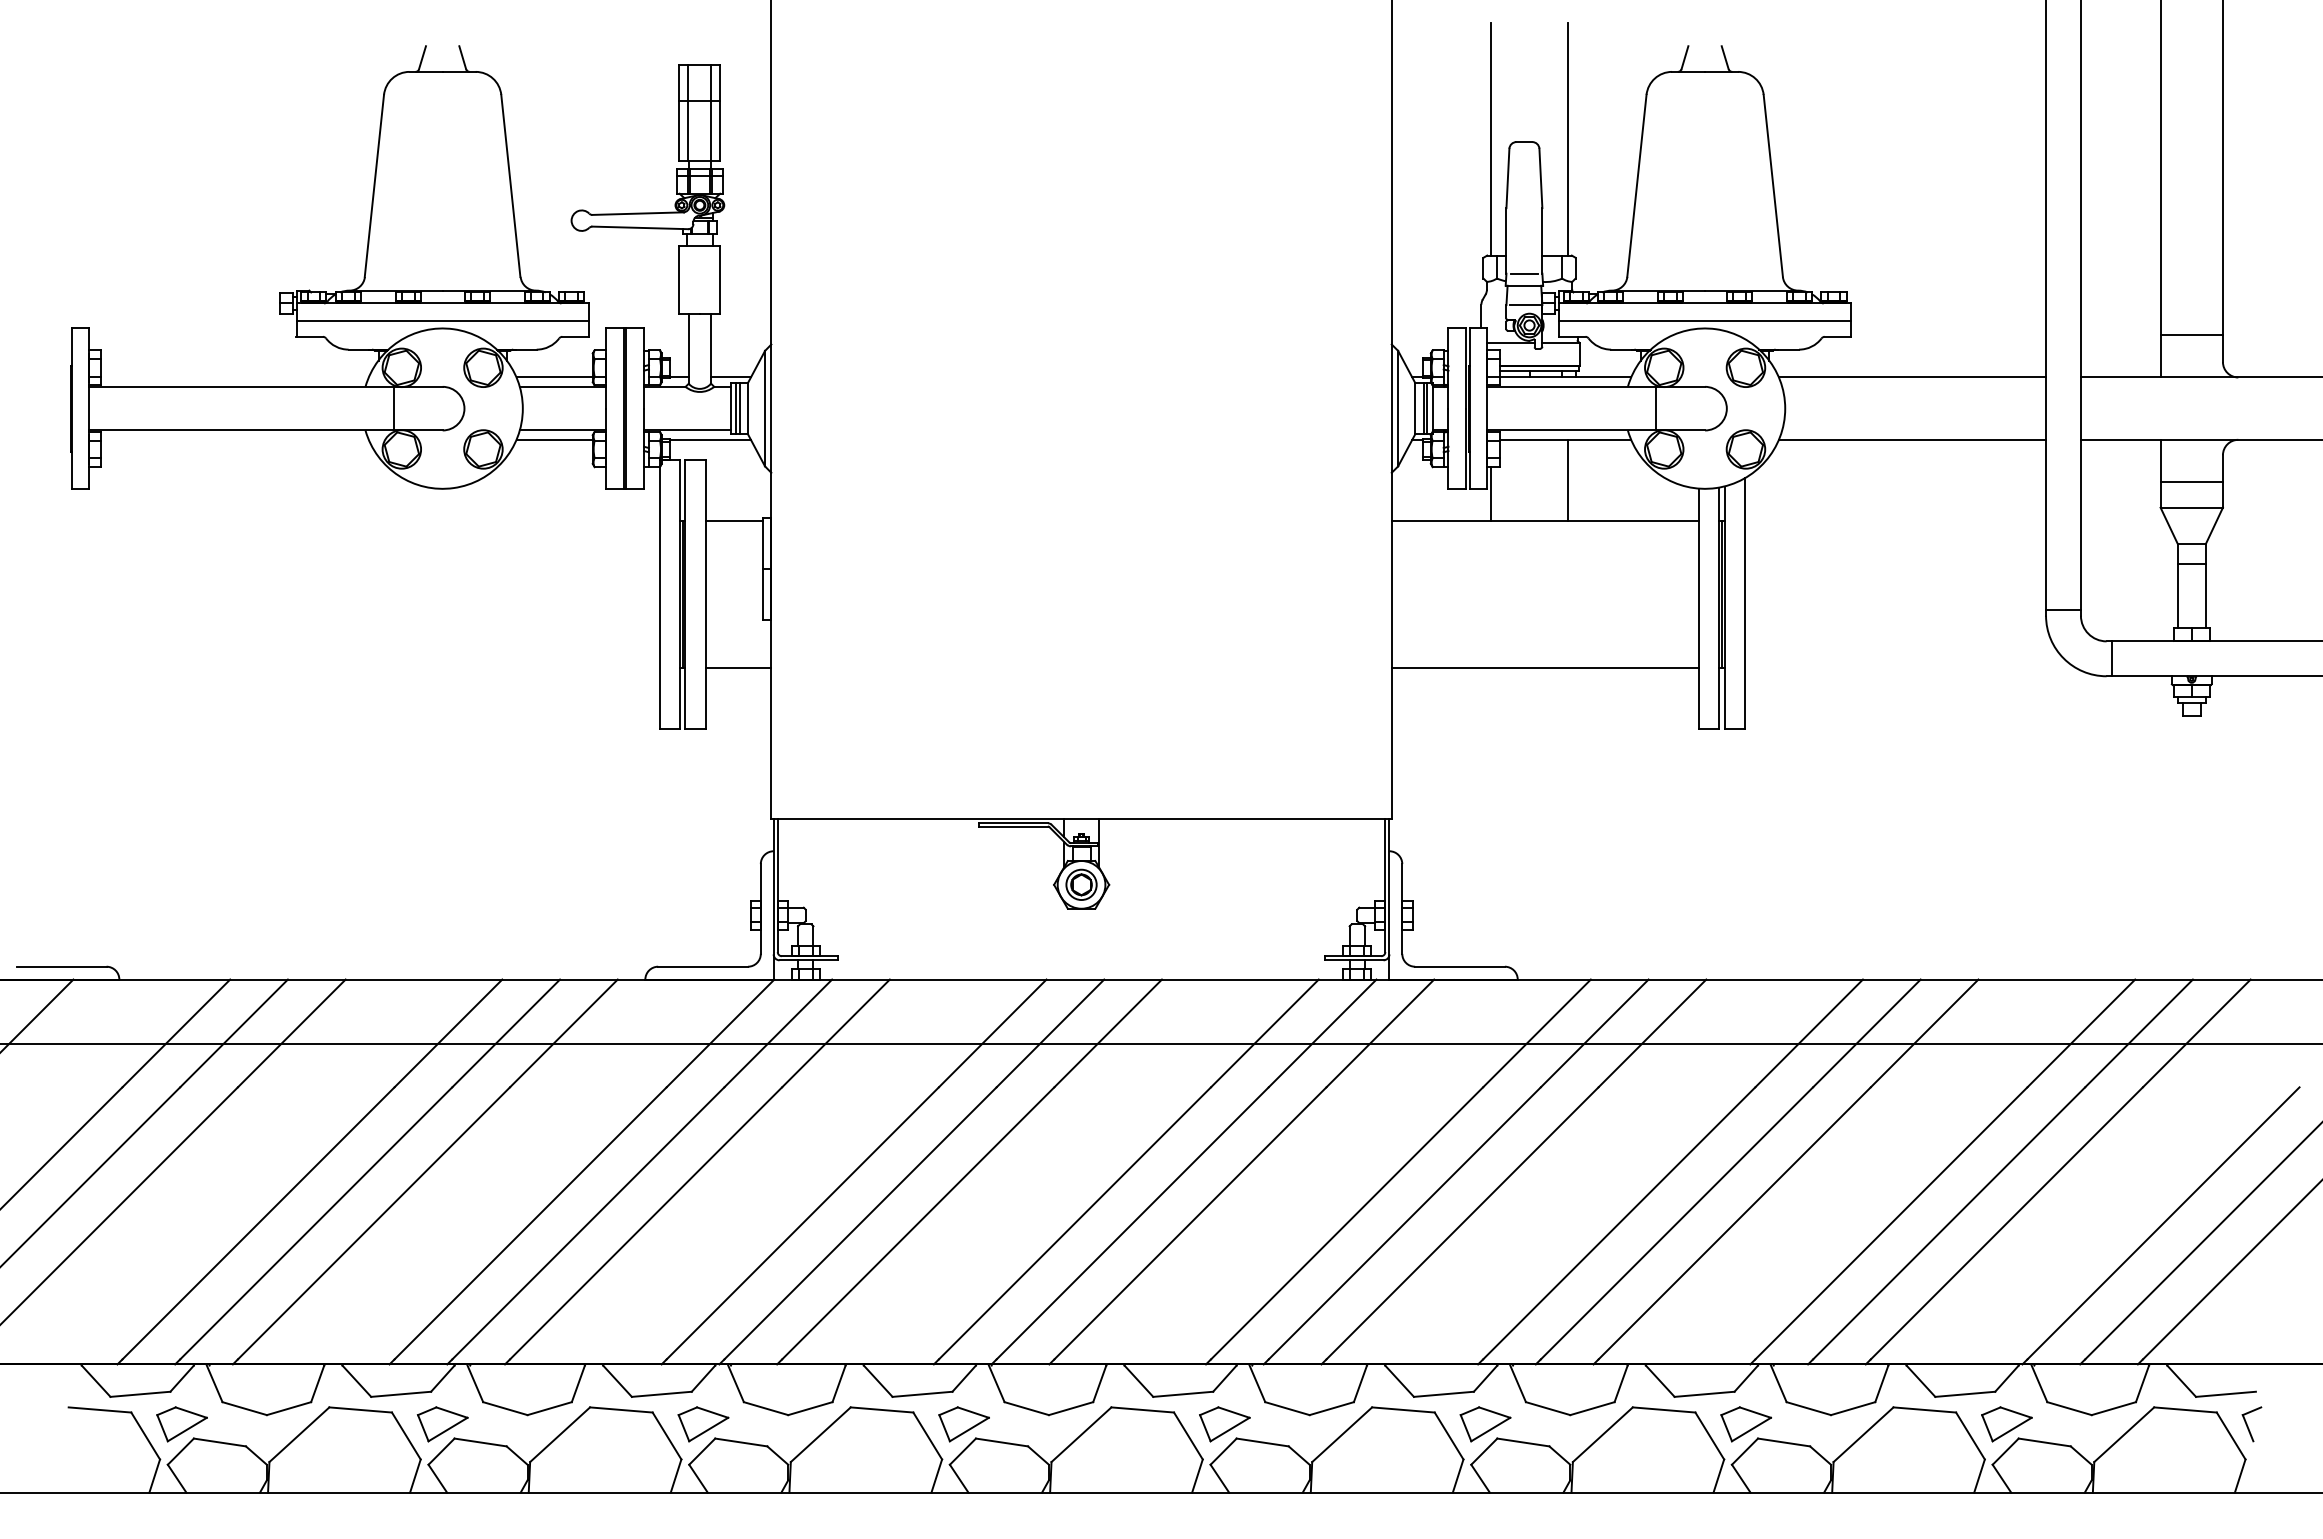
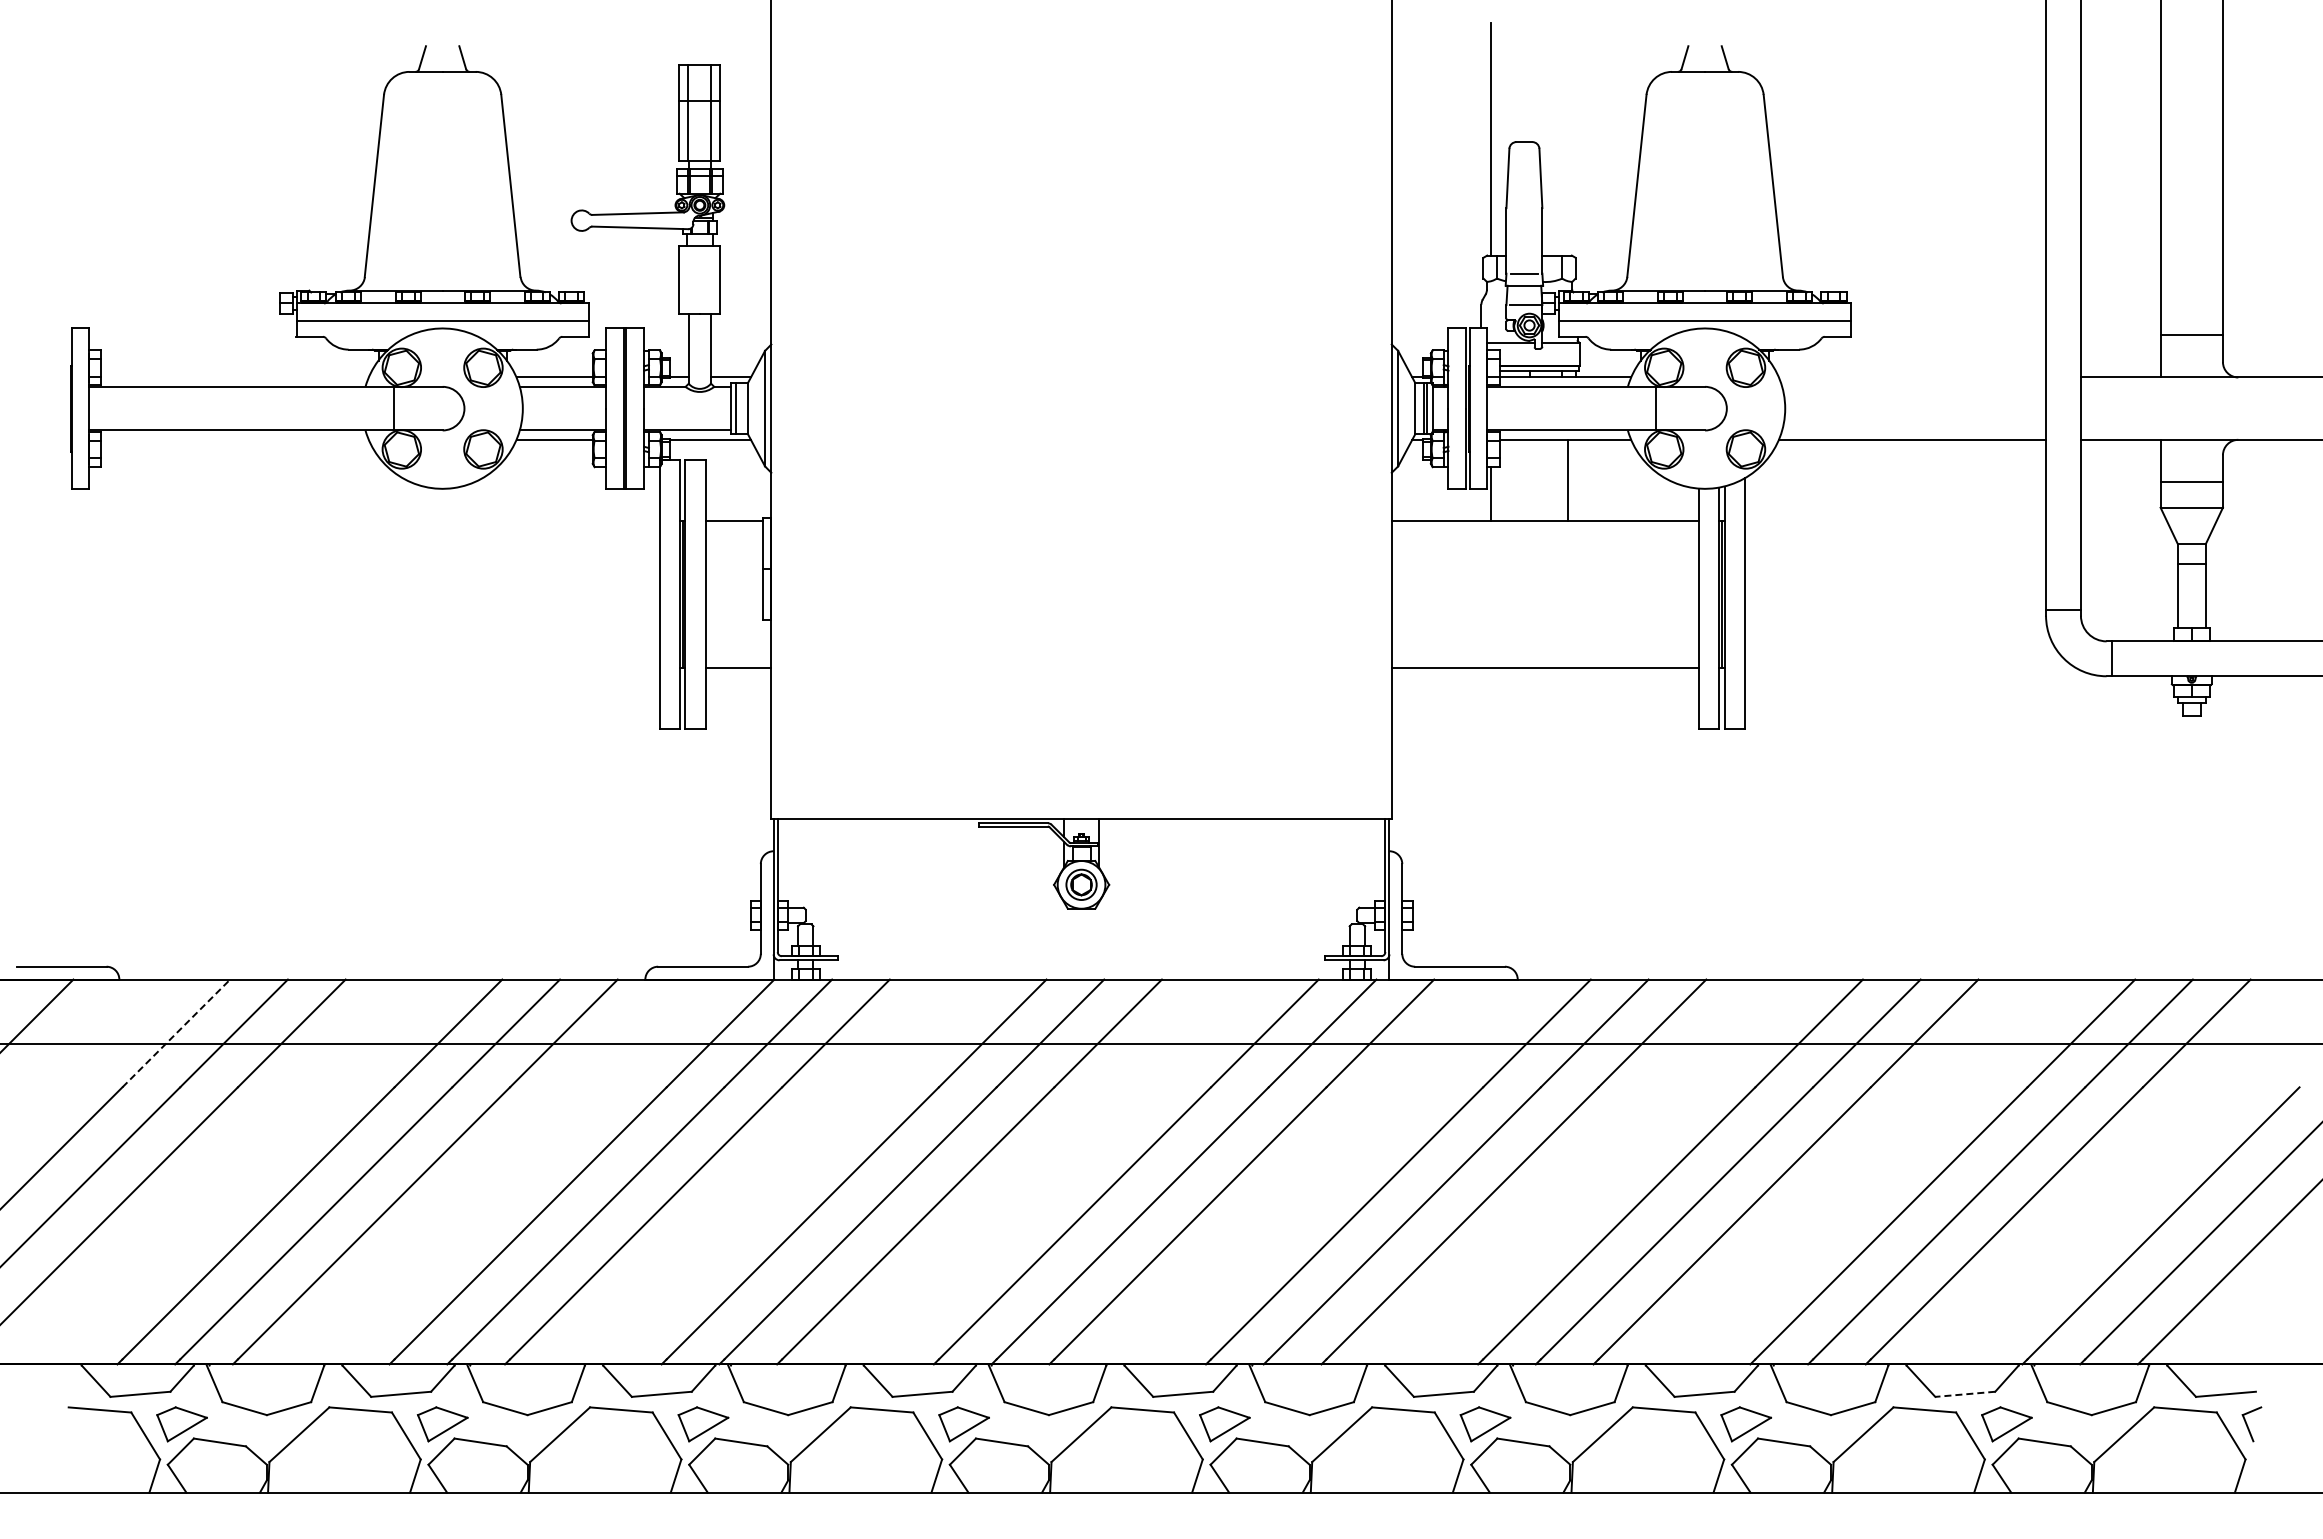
line at (1568, 139): present -> none
line at (1912, 377): present -> none
line at (739, 408): present -> none
line at (176, 1033): solid -> dashed
line at (1964, 1394): solid -> dashed
